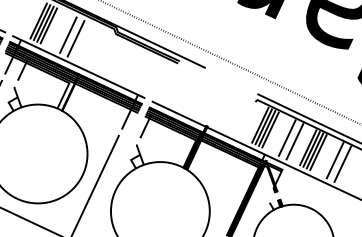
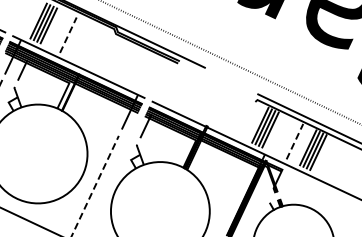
line at (68, 35): solid -> dashed
line at (75, 38): present -> none
line at (286, 137): present -> none
line at (294, 141): solid -> dashed
line at (334, 160): present -> none
line at (342, 163): present -> none
line at (95, 186): solid -> dashed
